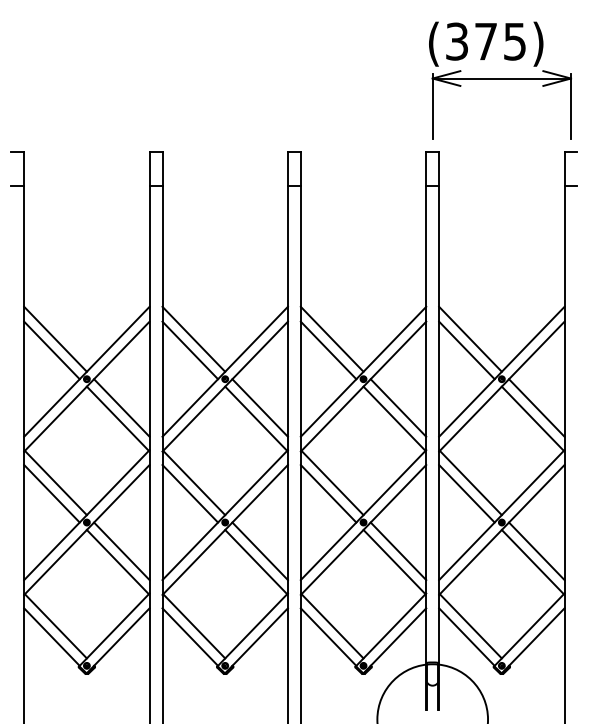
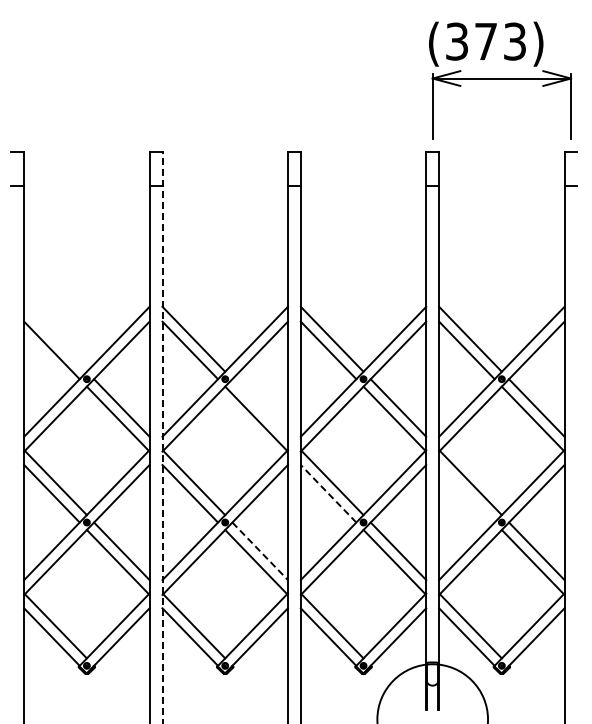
text at (514, 41): (375) -> (373)
line at (55, 338): present -> none
line at (259, 407): present -> none
line at (162, 438): solid -> dashed
line at (328, 493): solid -> dashed
line at (466, 493): present -> none
line at (260, 551): solid -> dashed
